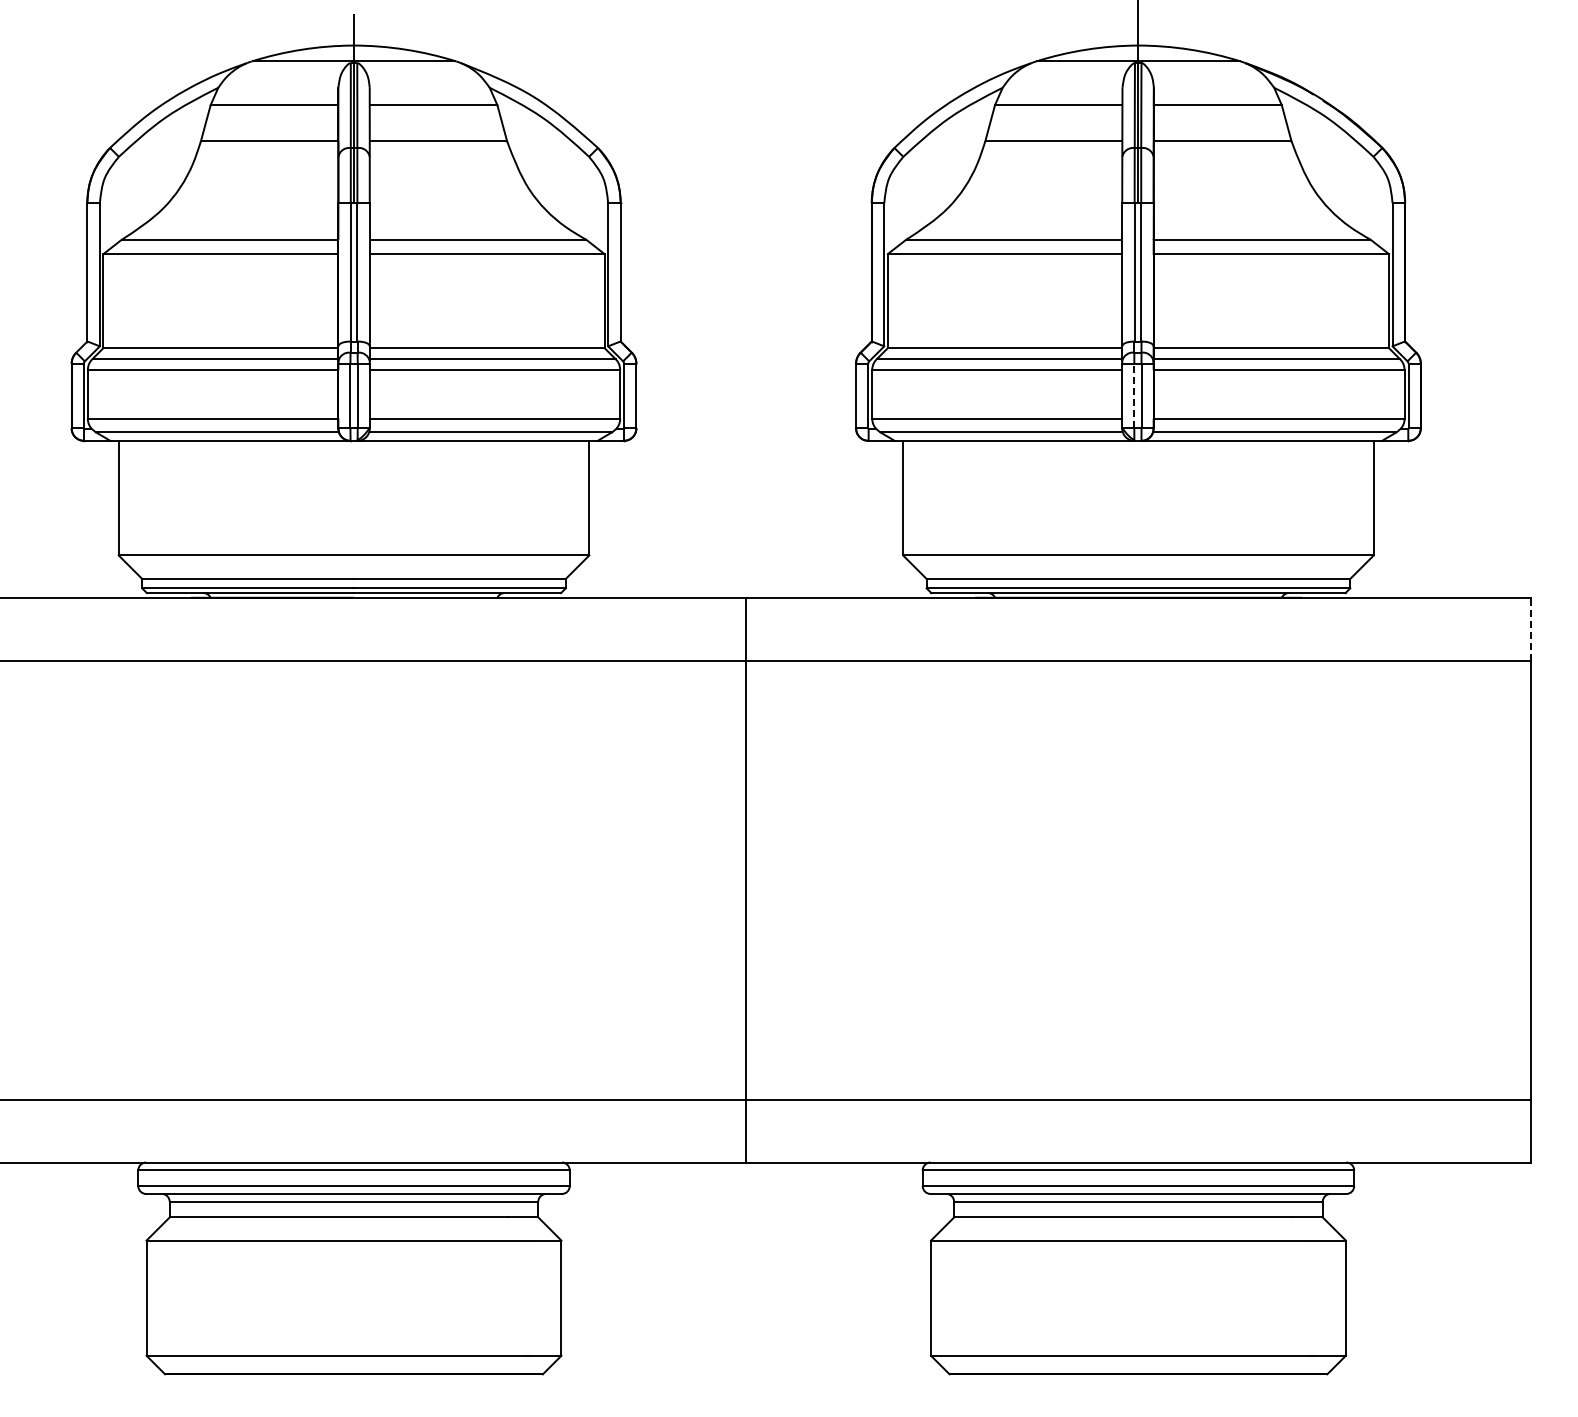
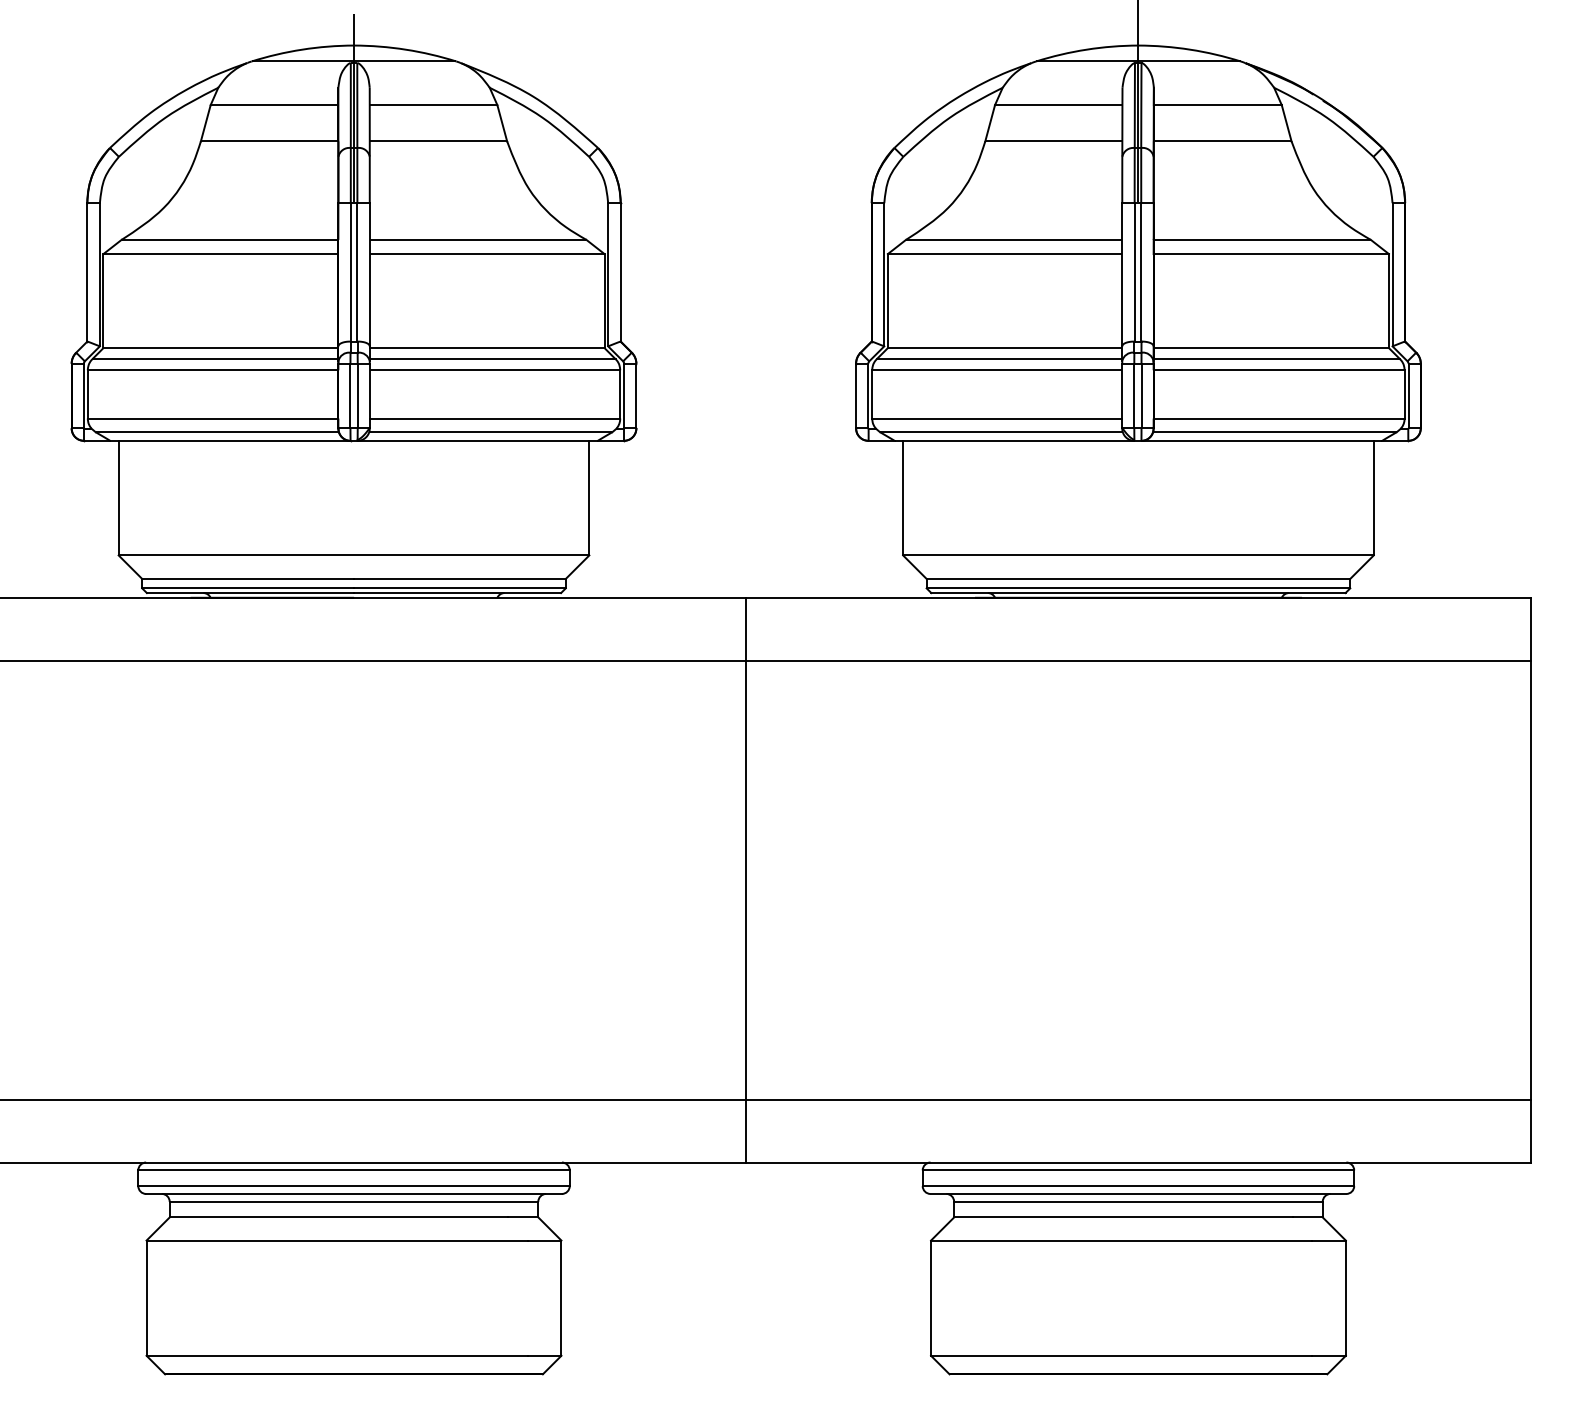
line at (1134, 395): dashed -> solid
line at (1530, 628): dashed -> solid
